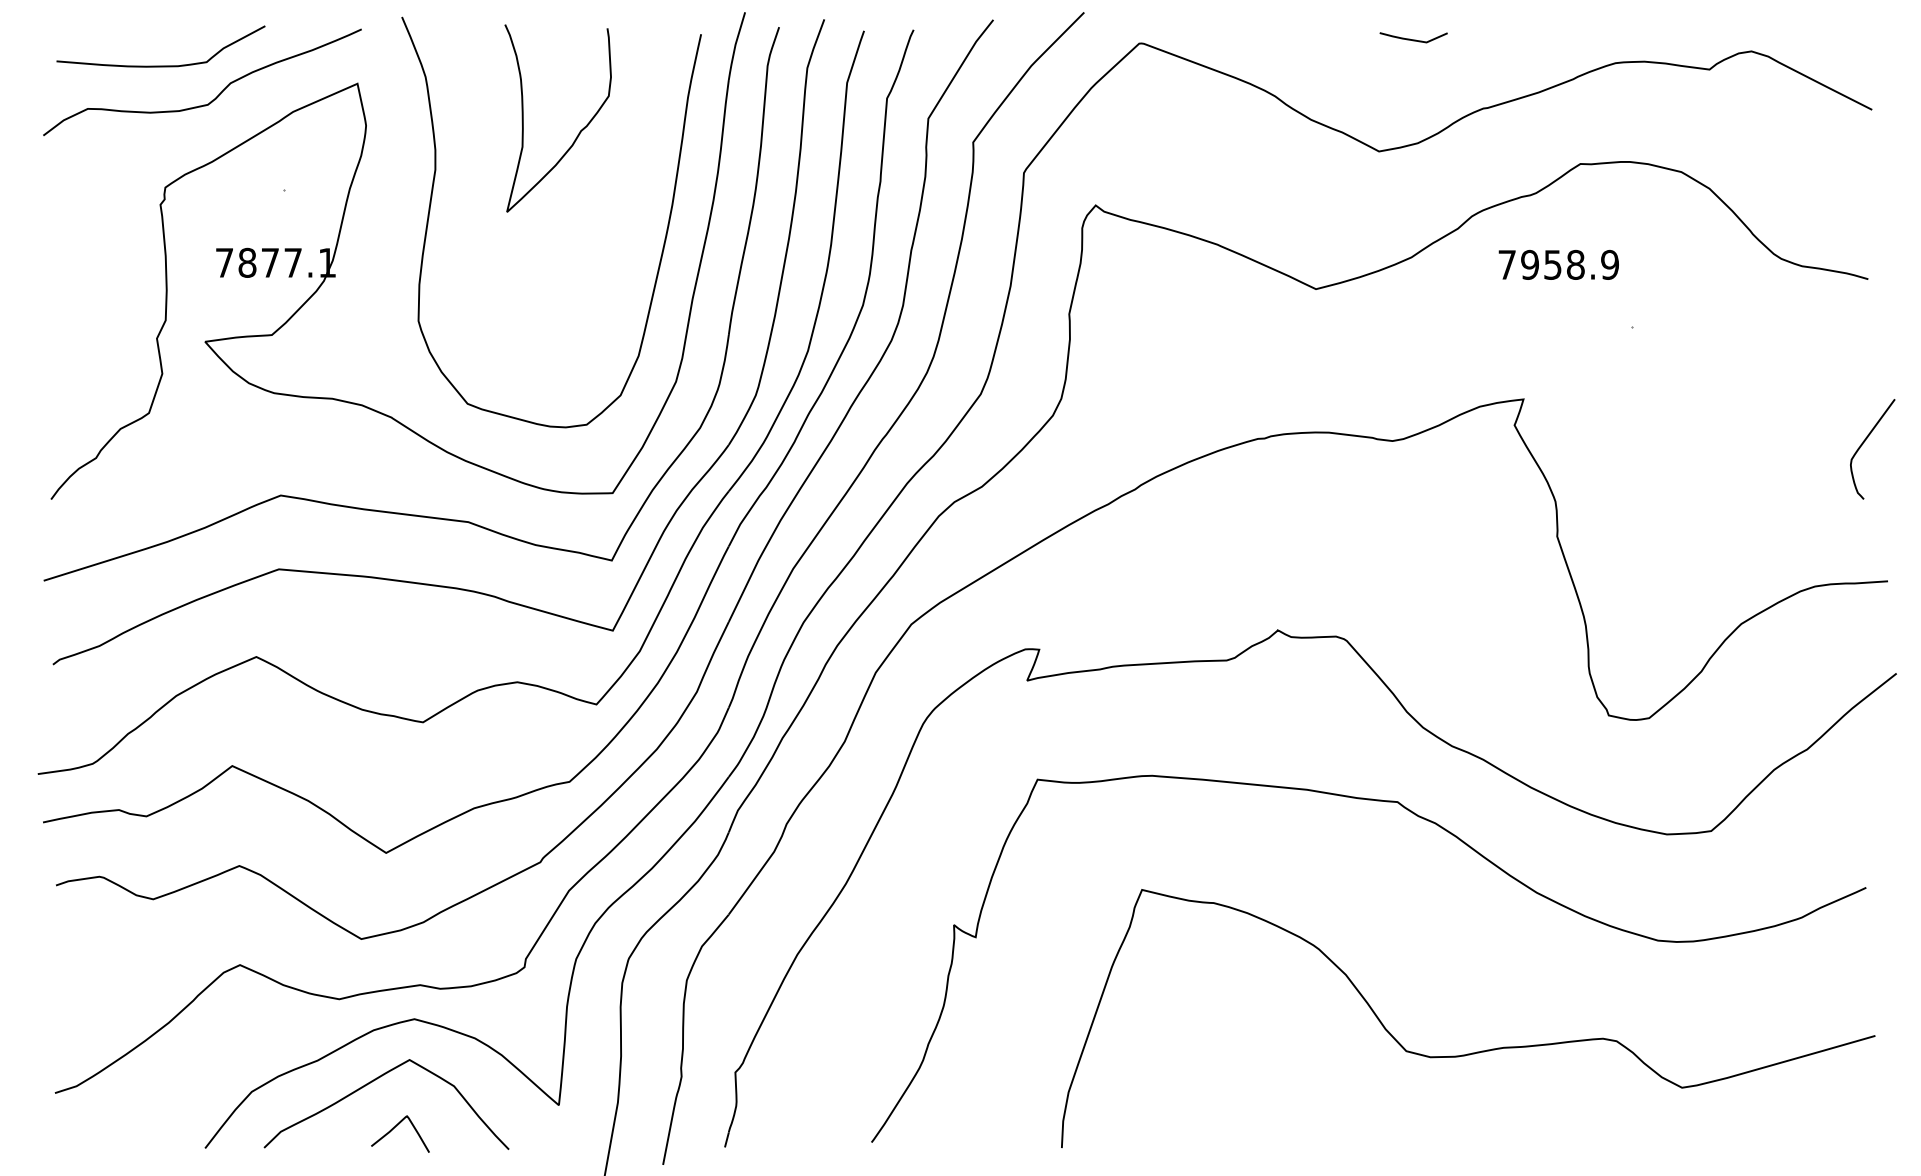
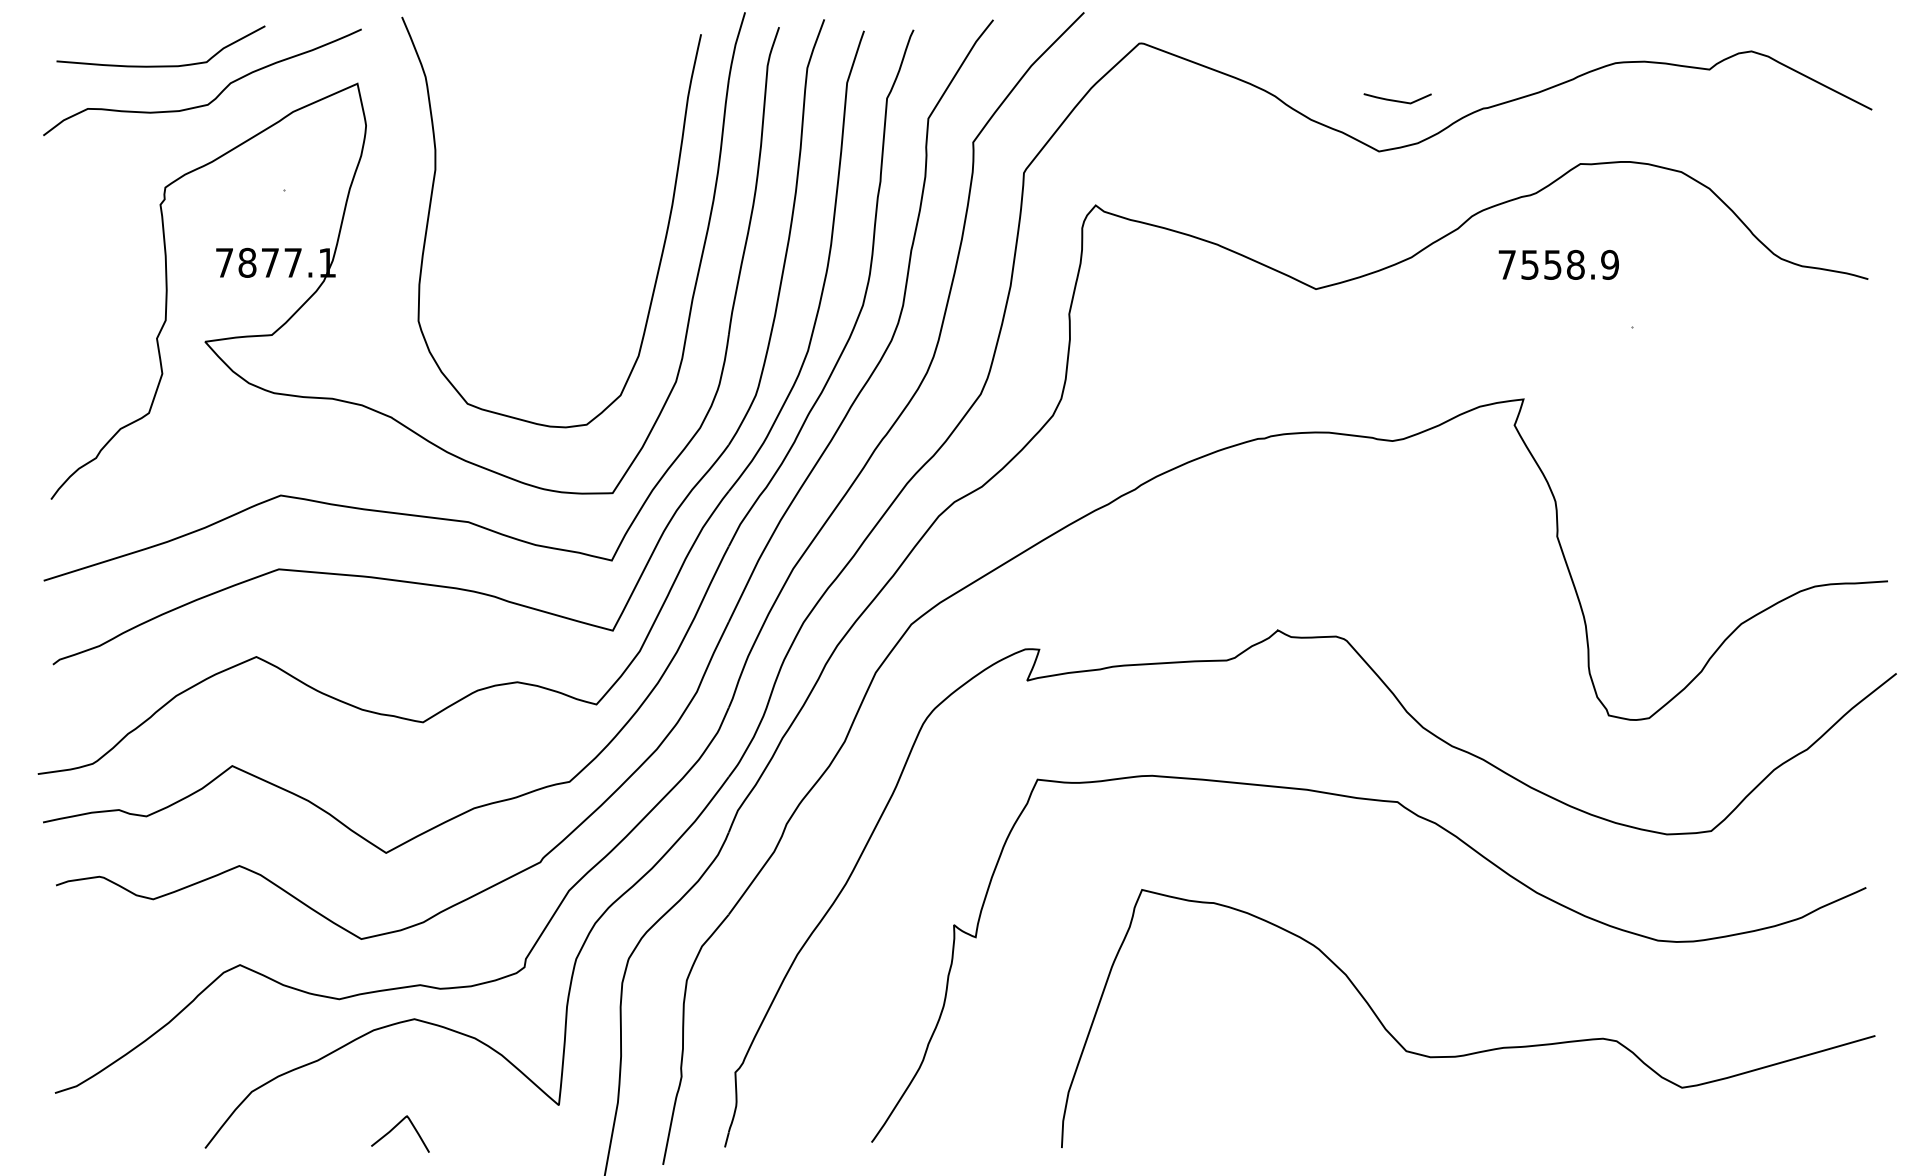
line at (1413, 39) position: (1413, 39) -> (1397, 100)
curve at (579, 131): present -> none
text at (1529, 264): 7958.9 -> 7558.9
curve at (1863, 444): present -> none
curve at (374, 1081): present -> none
